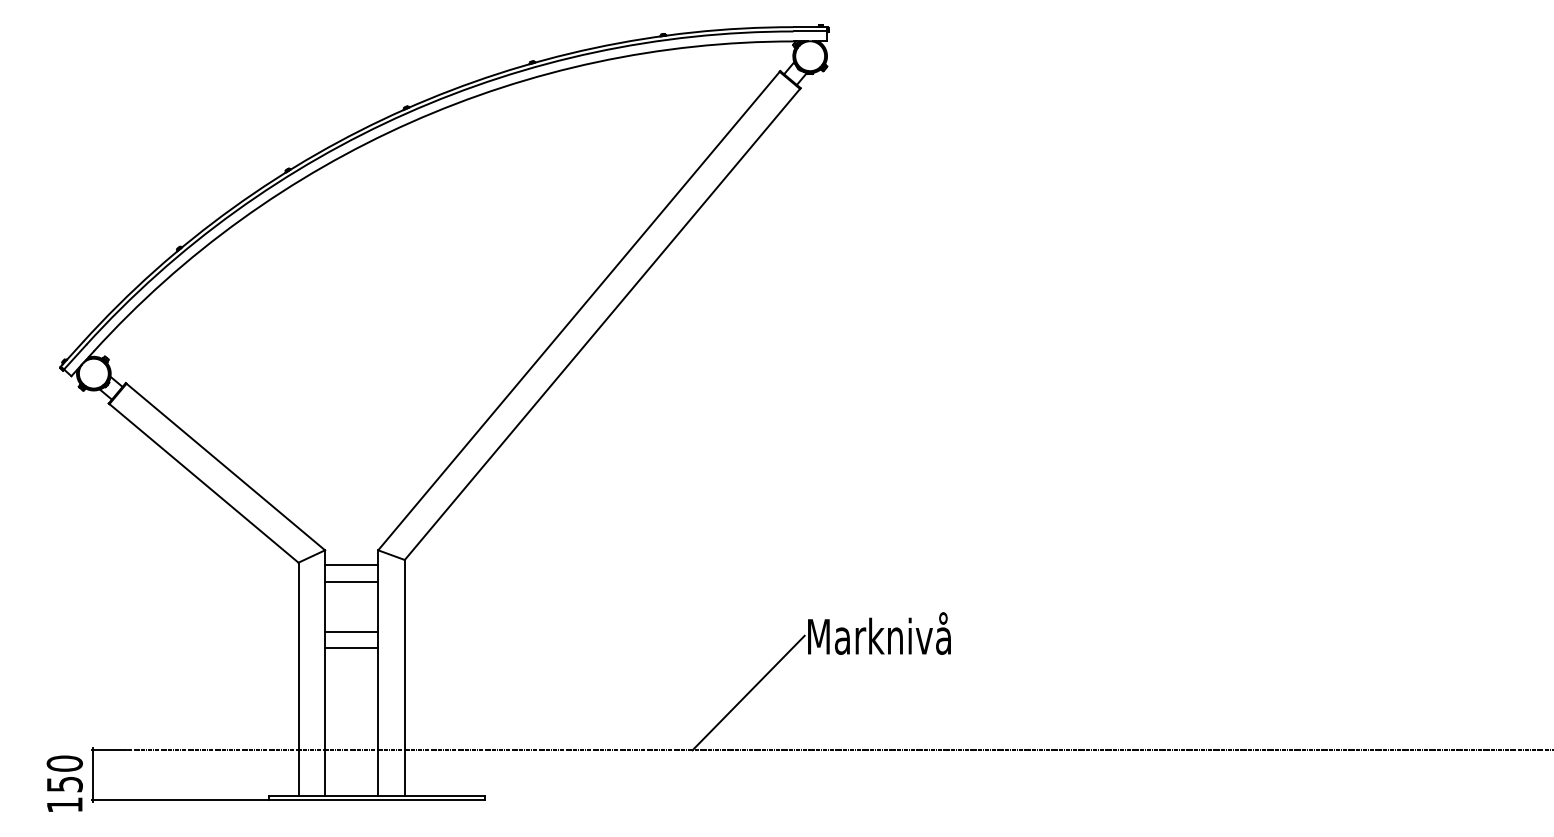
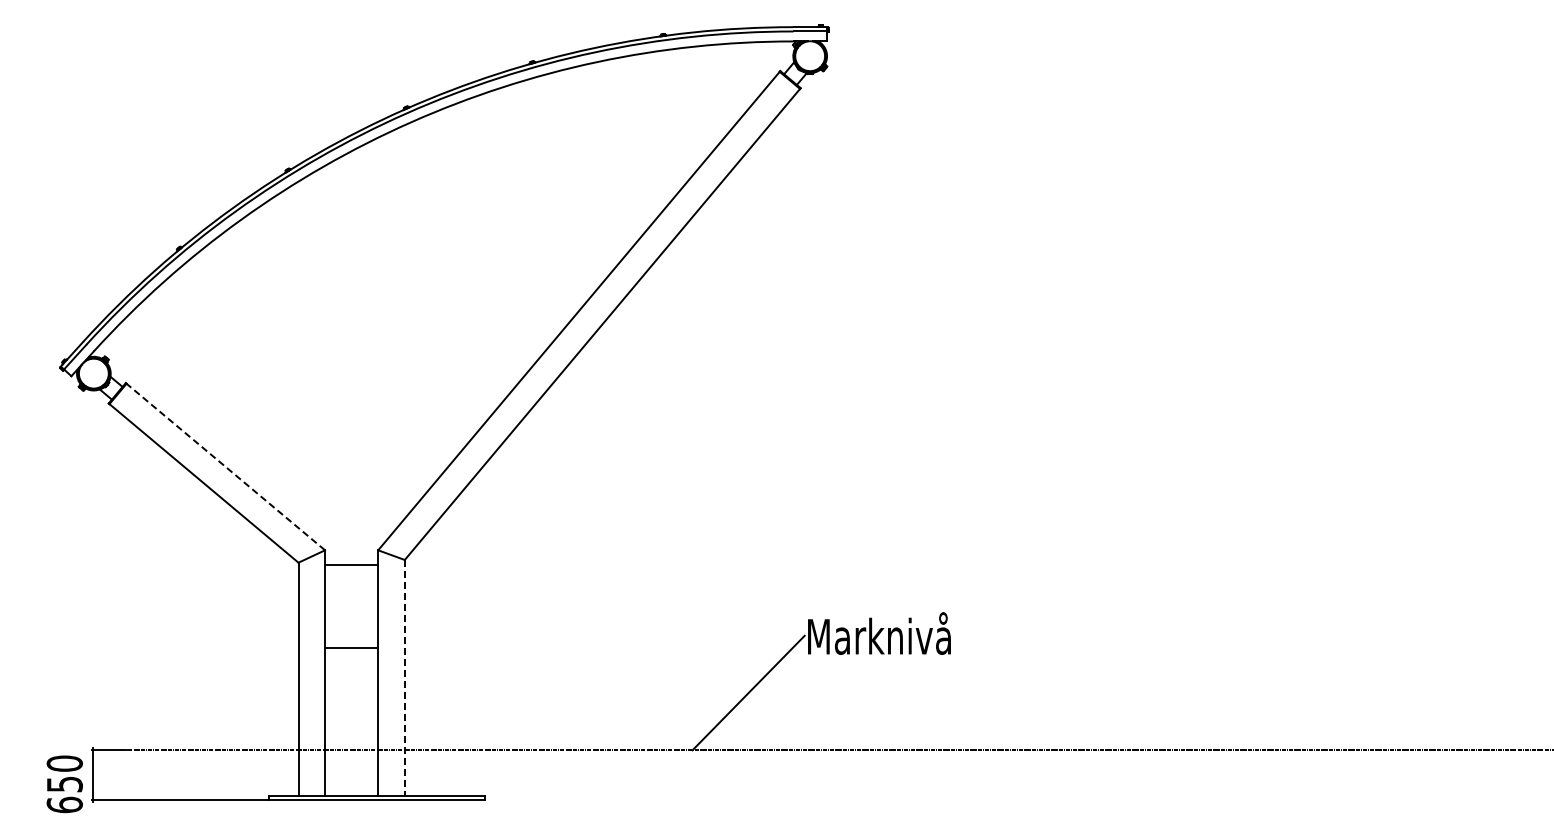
line at (225, 467): solid -> dashed
line at (351, 581): present -> none
line at (351, 631): present -> none
line at (404, 678): solid -> dashed
text at (64, 804): 150 -> 650
